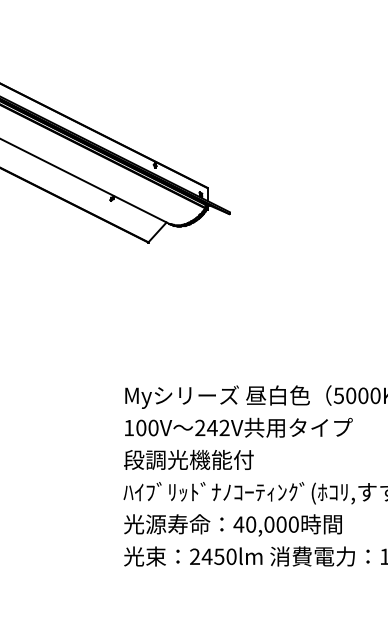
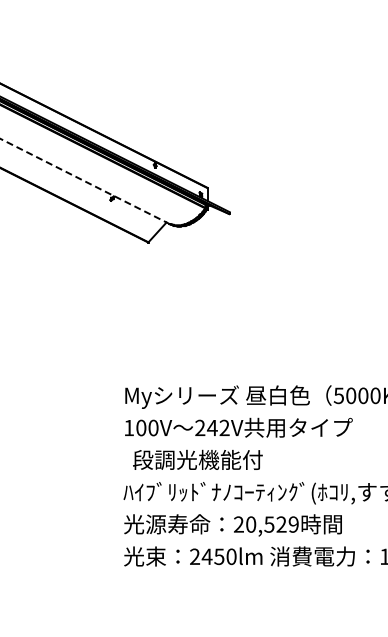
line at (85, 181): solid -> dashed
text at (188, 459) position: (188, 459) -> (197, 459)
text at (265, 524): 40,000 -> 20,529
